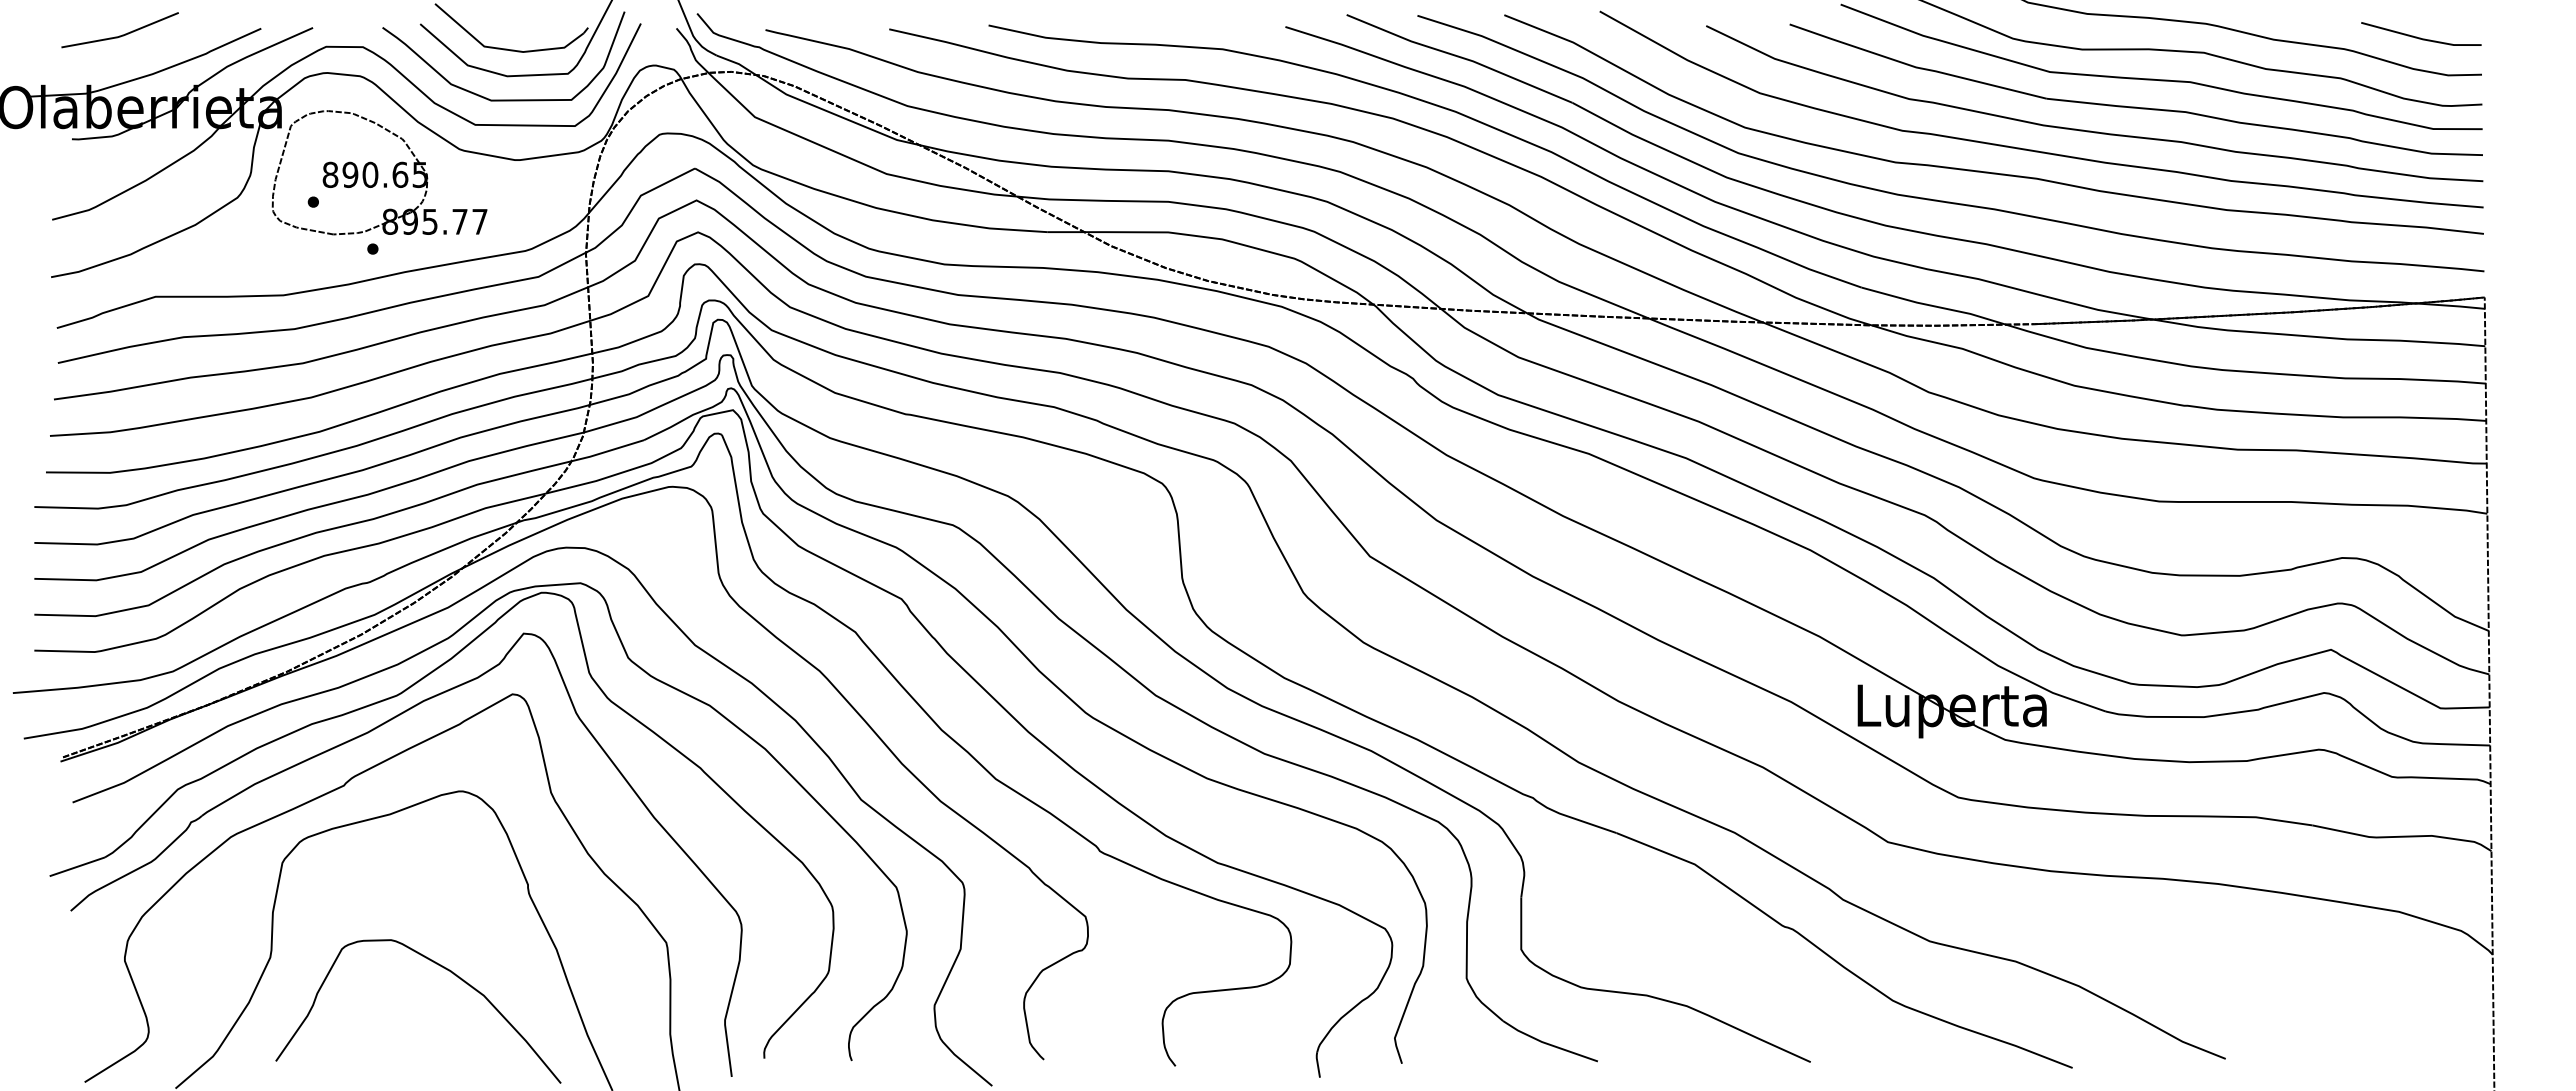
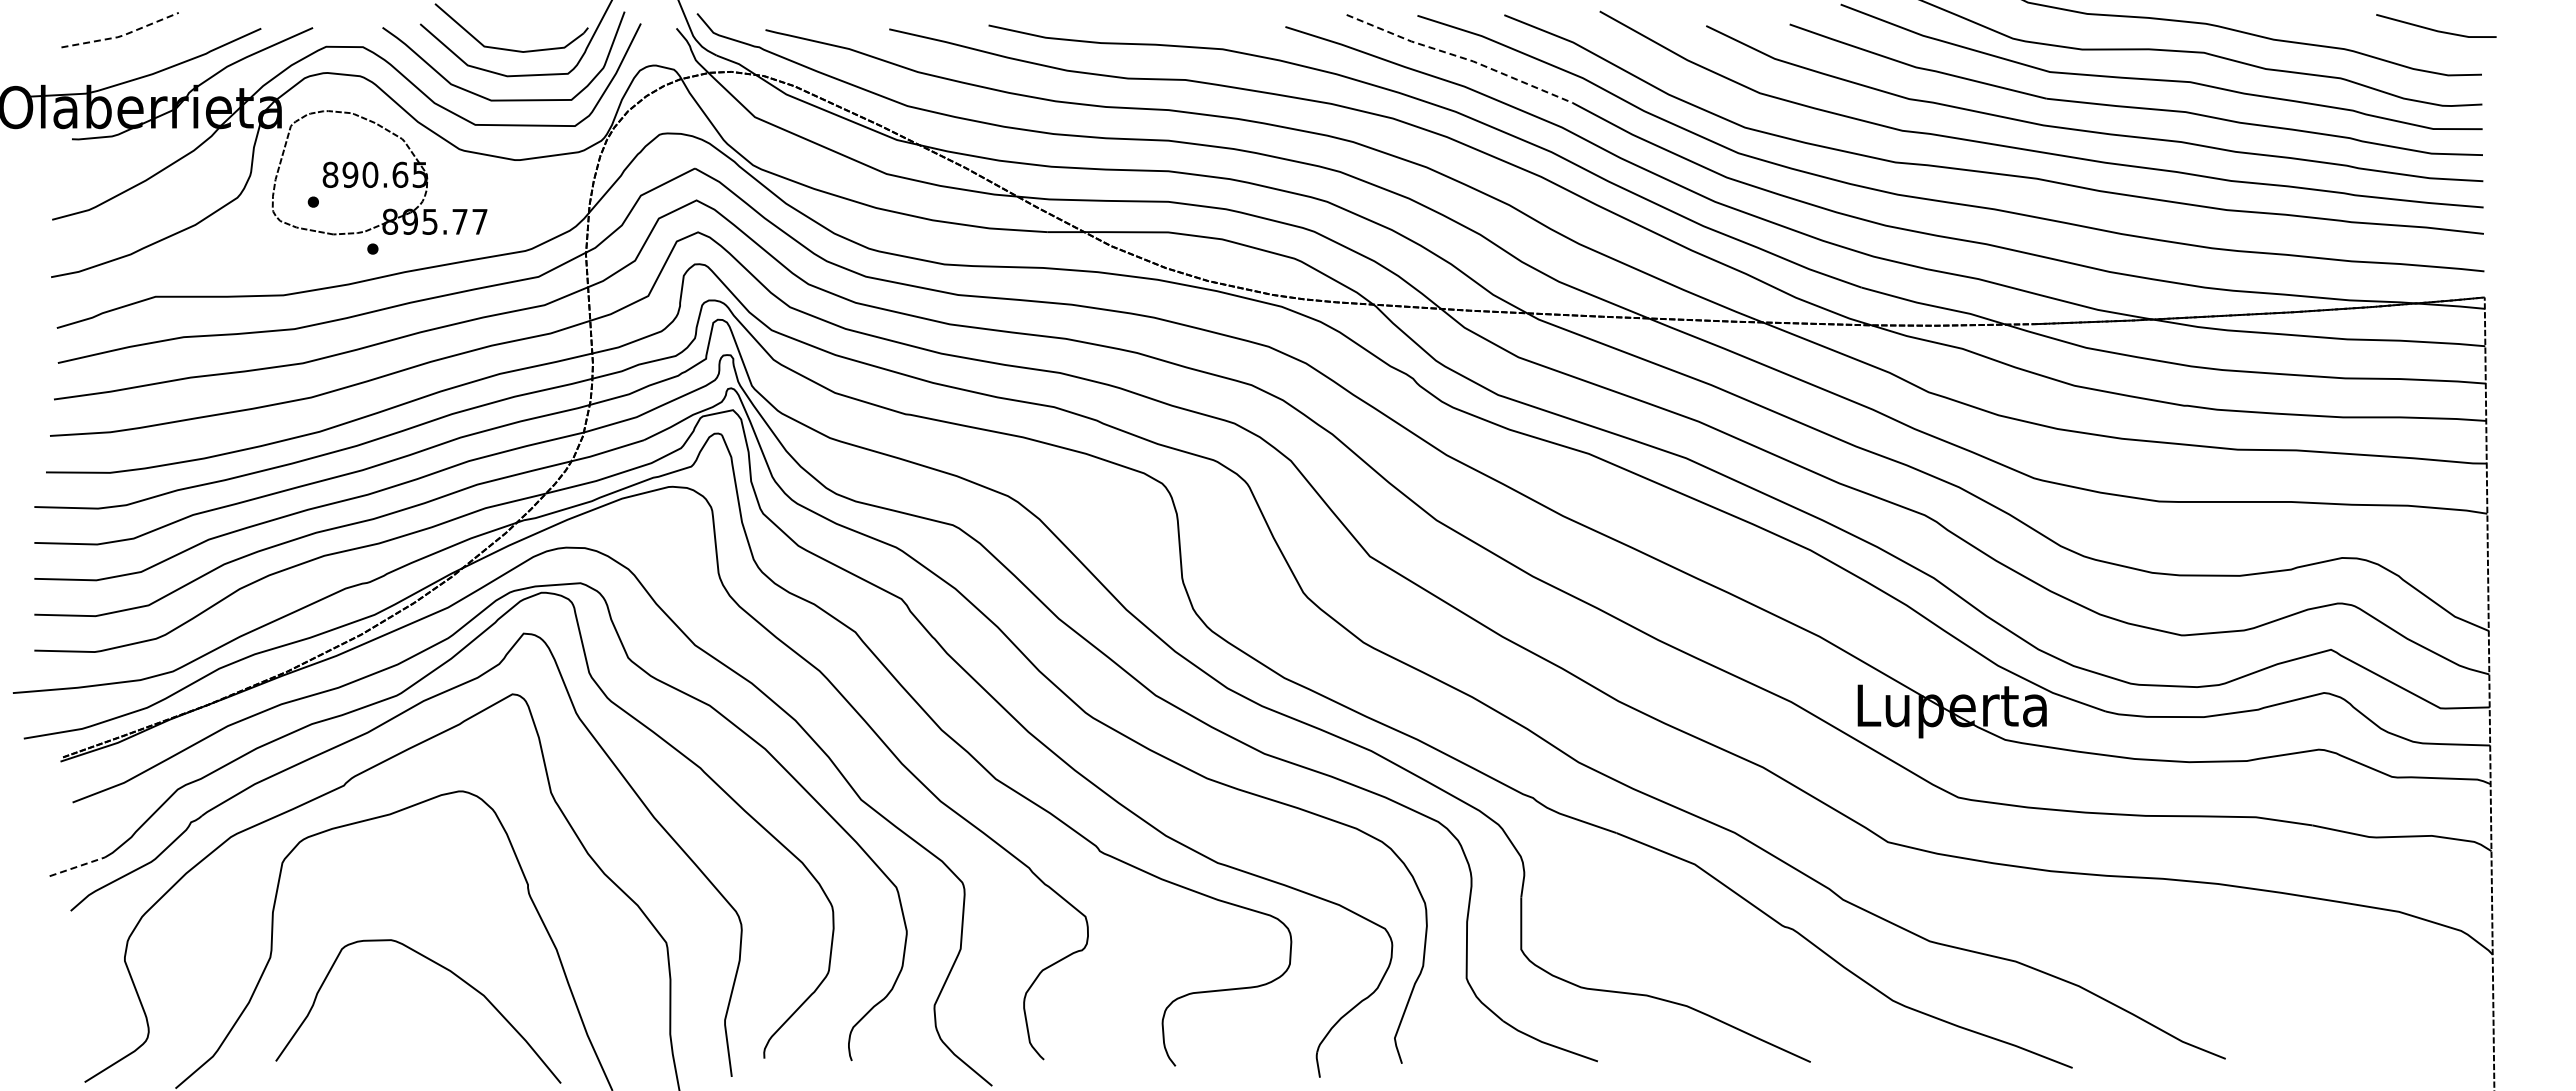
line at (121, 36): solid -> dashed
line at (2420, 37) position: (2420, 37) -> (2435, 29)
line at (1460, 57): solid -> dashed
line at (77, 866): solid -> dashed
